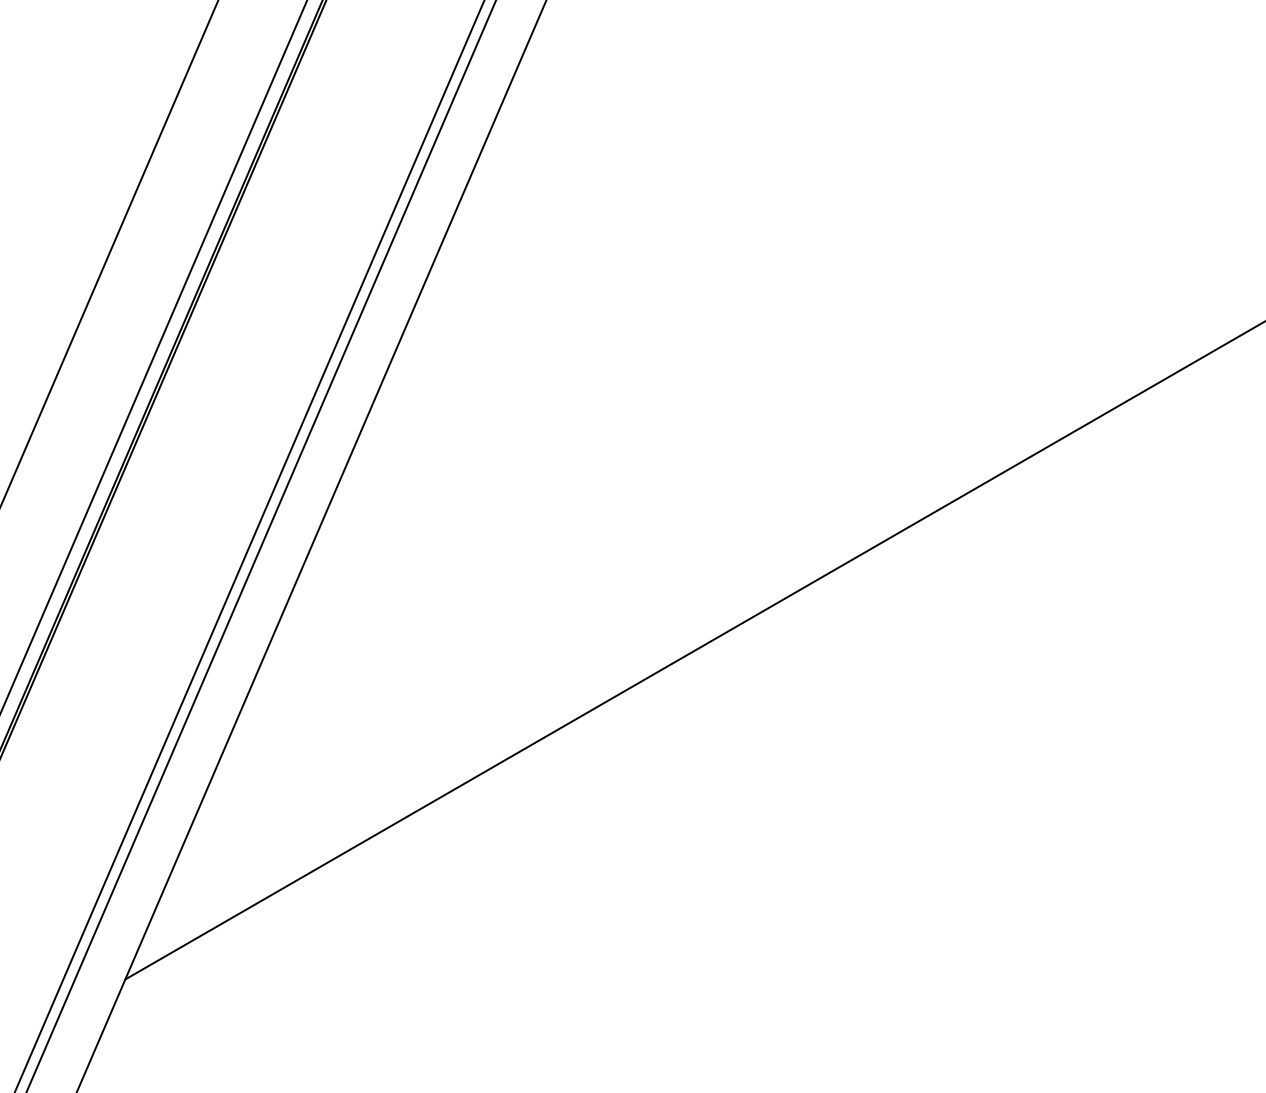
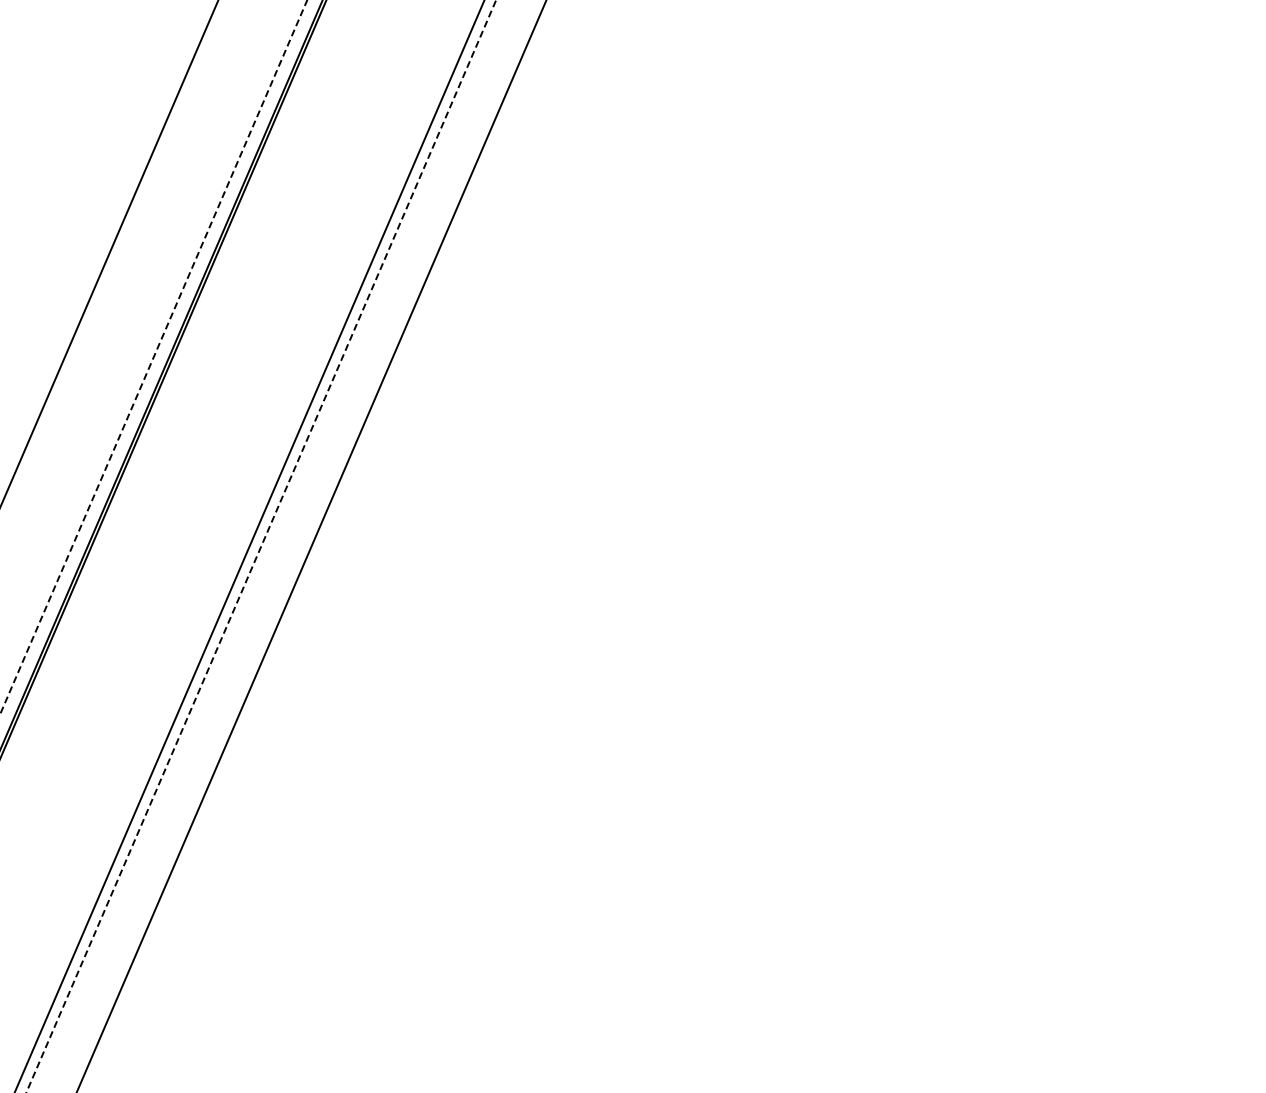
line at (153, 356): solid -> dashed
line at (261, 546): solid -> dashed
line at (693, 650): present -> none
